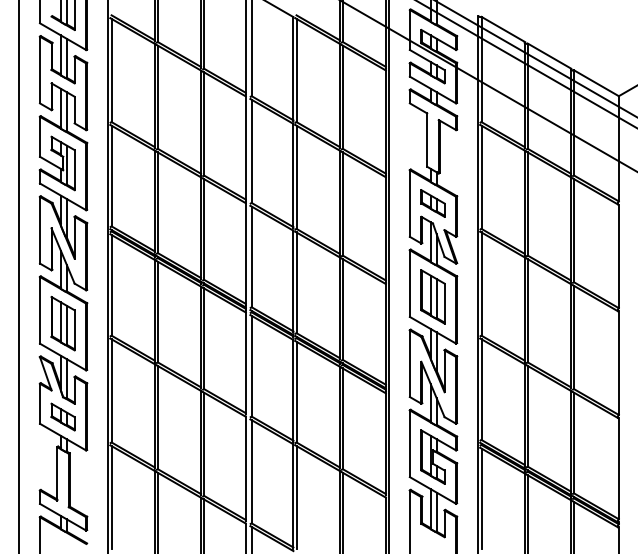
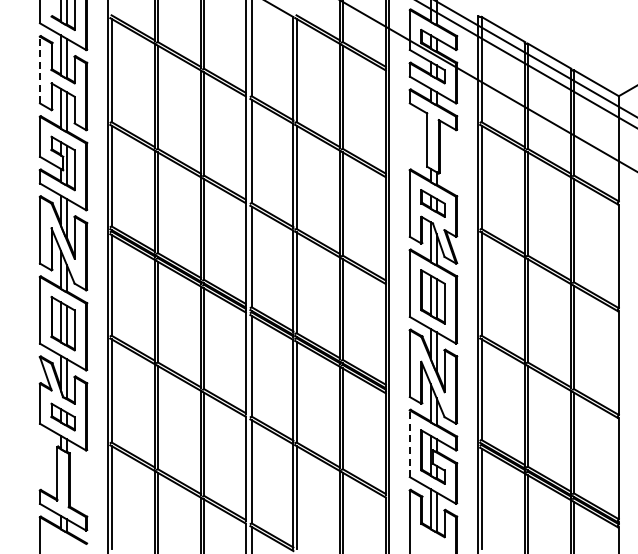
line at (39, 69): solid -> dashed
line at (19, 276): present -> none
line at (409, 443): solid -> dashed
